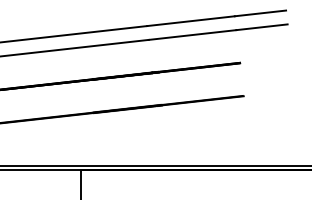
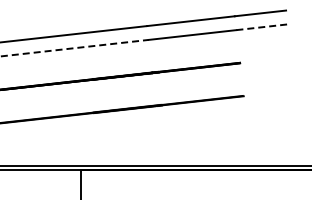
line at (262, 27): solid -> dashed
line at (75, 48): solid -> dashed
